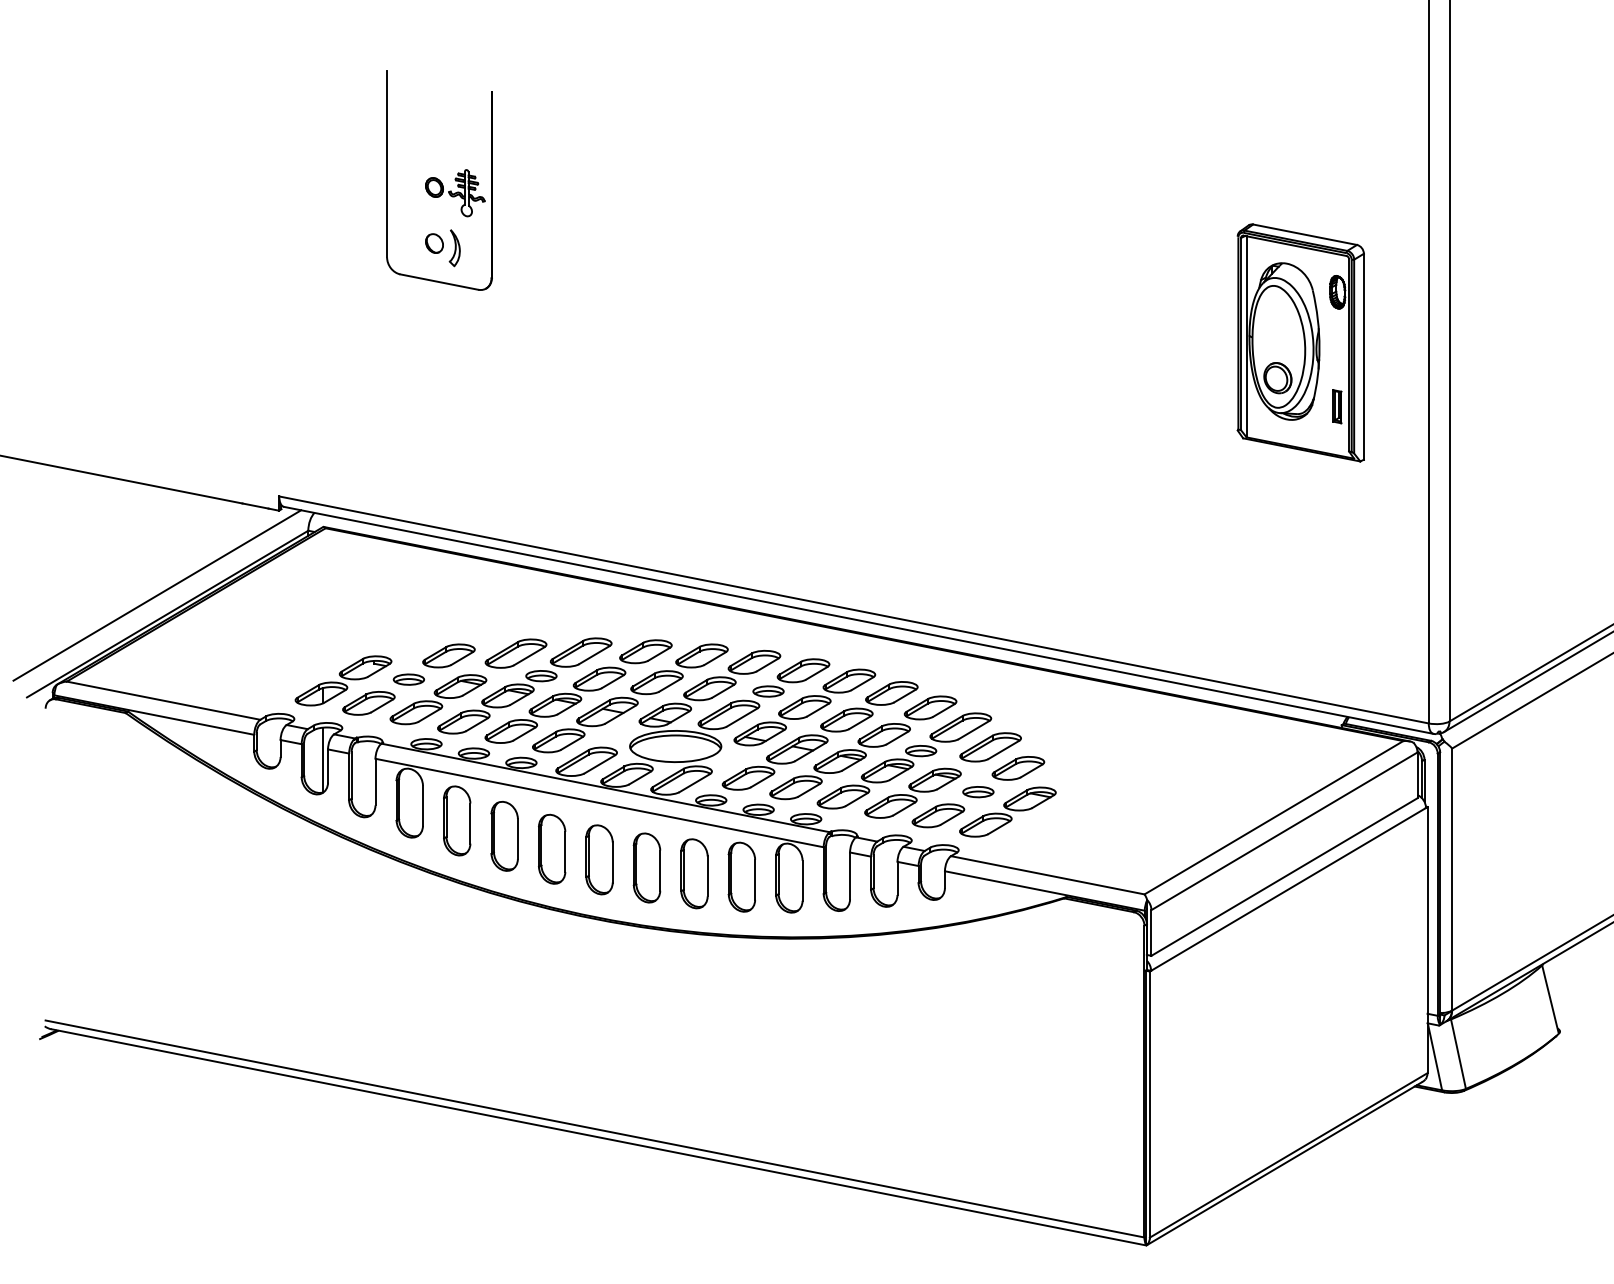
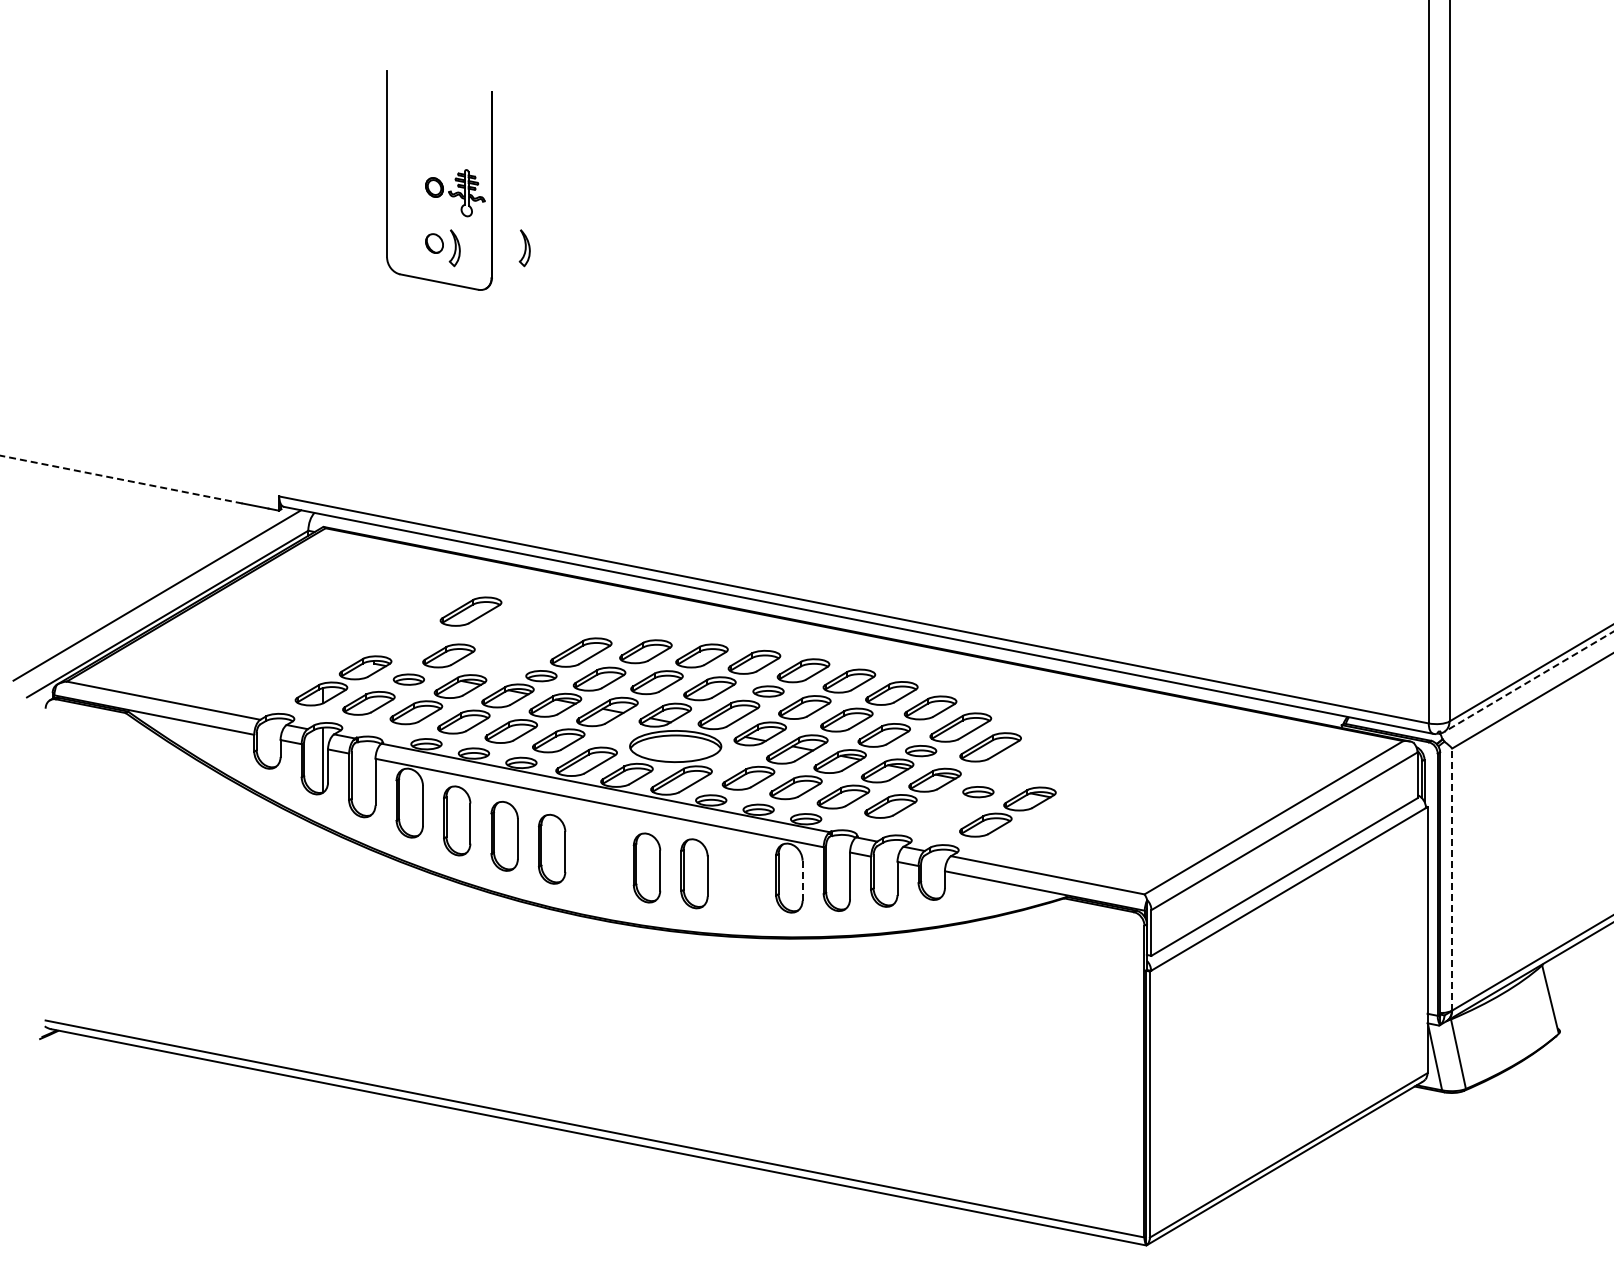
part at (524, 248): none -> present
part at (1300, 342): present -> none
line at (121, 479): solid -> dashed
part at (515, 653) position: (515, 653) -> (470, 611)
line at (1528, 682): solid -> dashed
part at (1018, 768): present -> none
part at (938, 815): present -> none
part at (599, 859): present -> none
part at (741, 876): present -> none
line at (1452, 879): solid -> dashed
line at (802, 881): solid -> dashed
